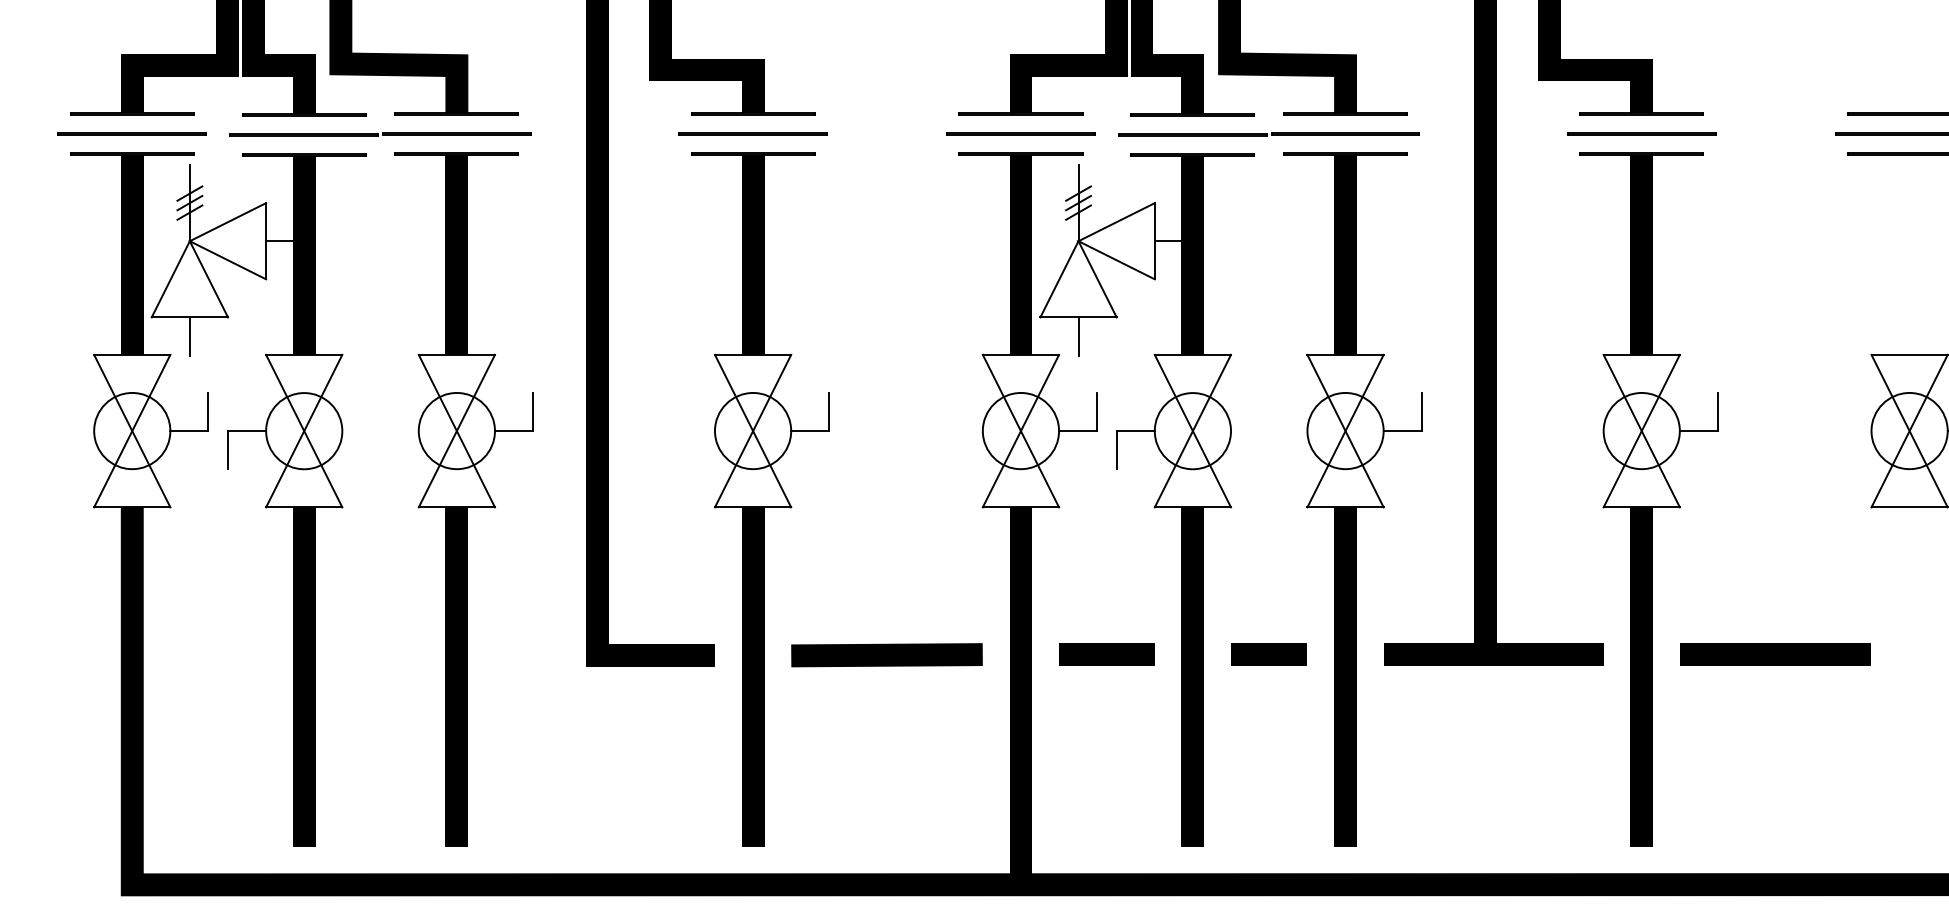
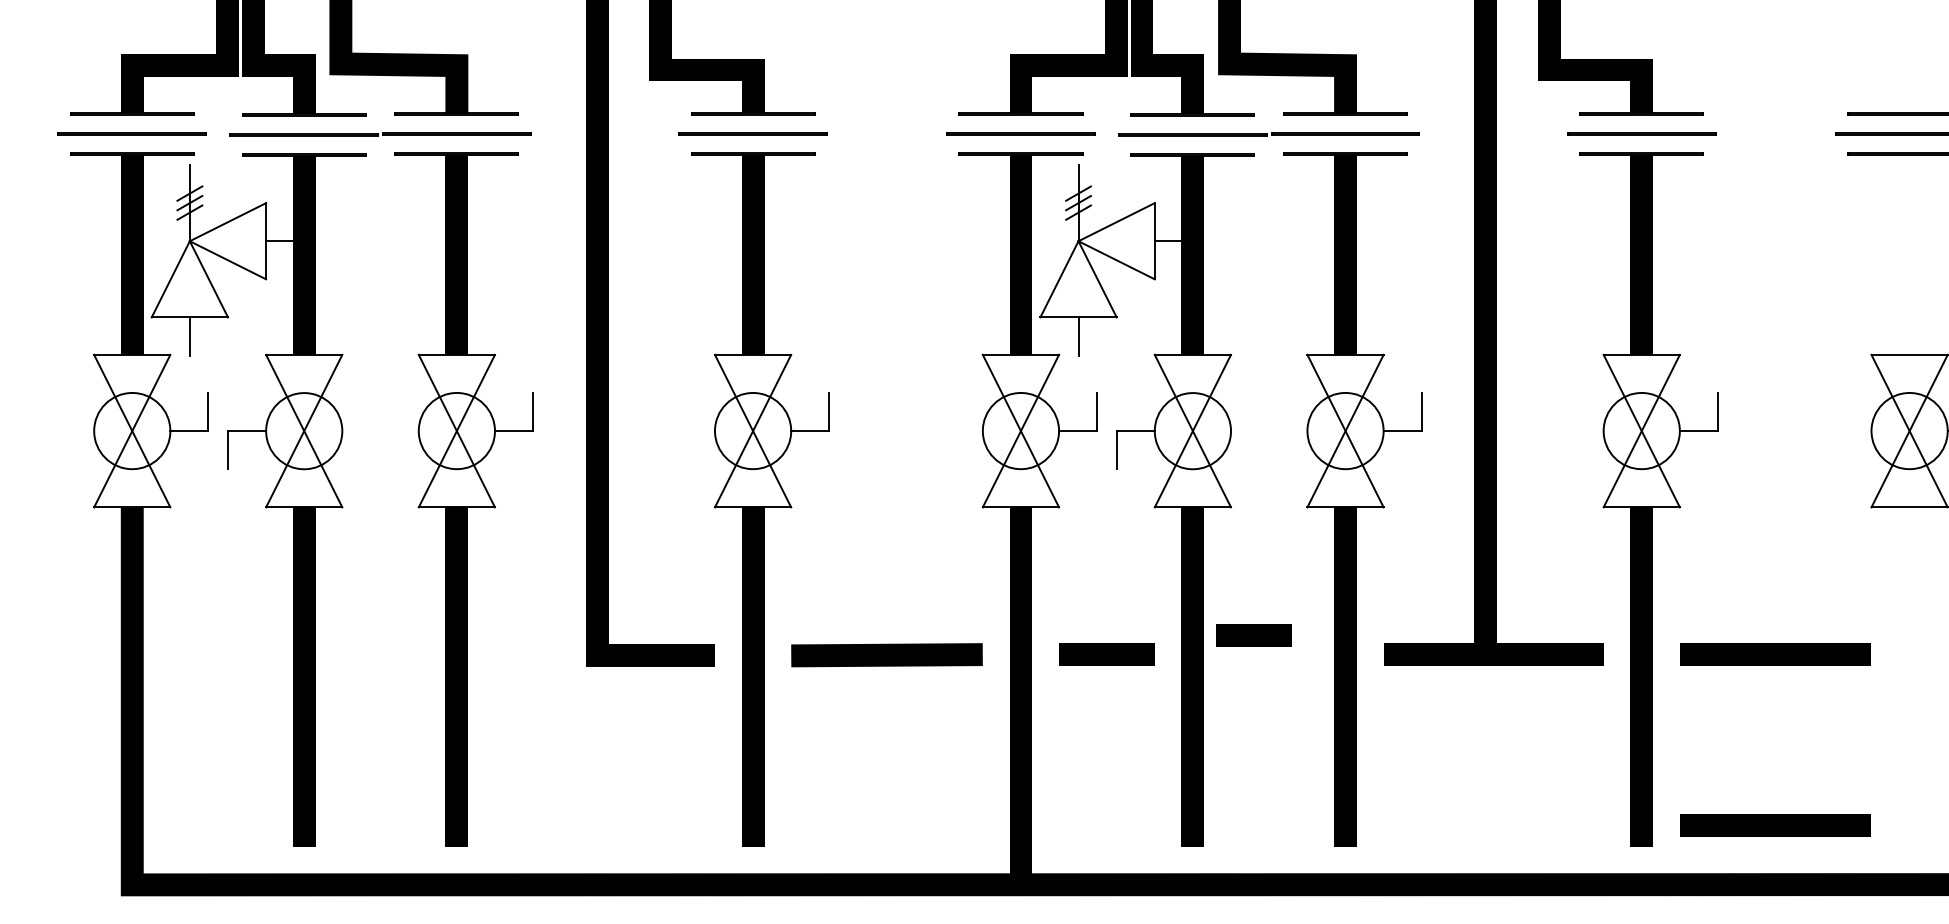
line at (1268, 654) position: (1268, 654) -> (1253, 635)
line at (1775, 825): none -> present
